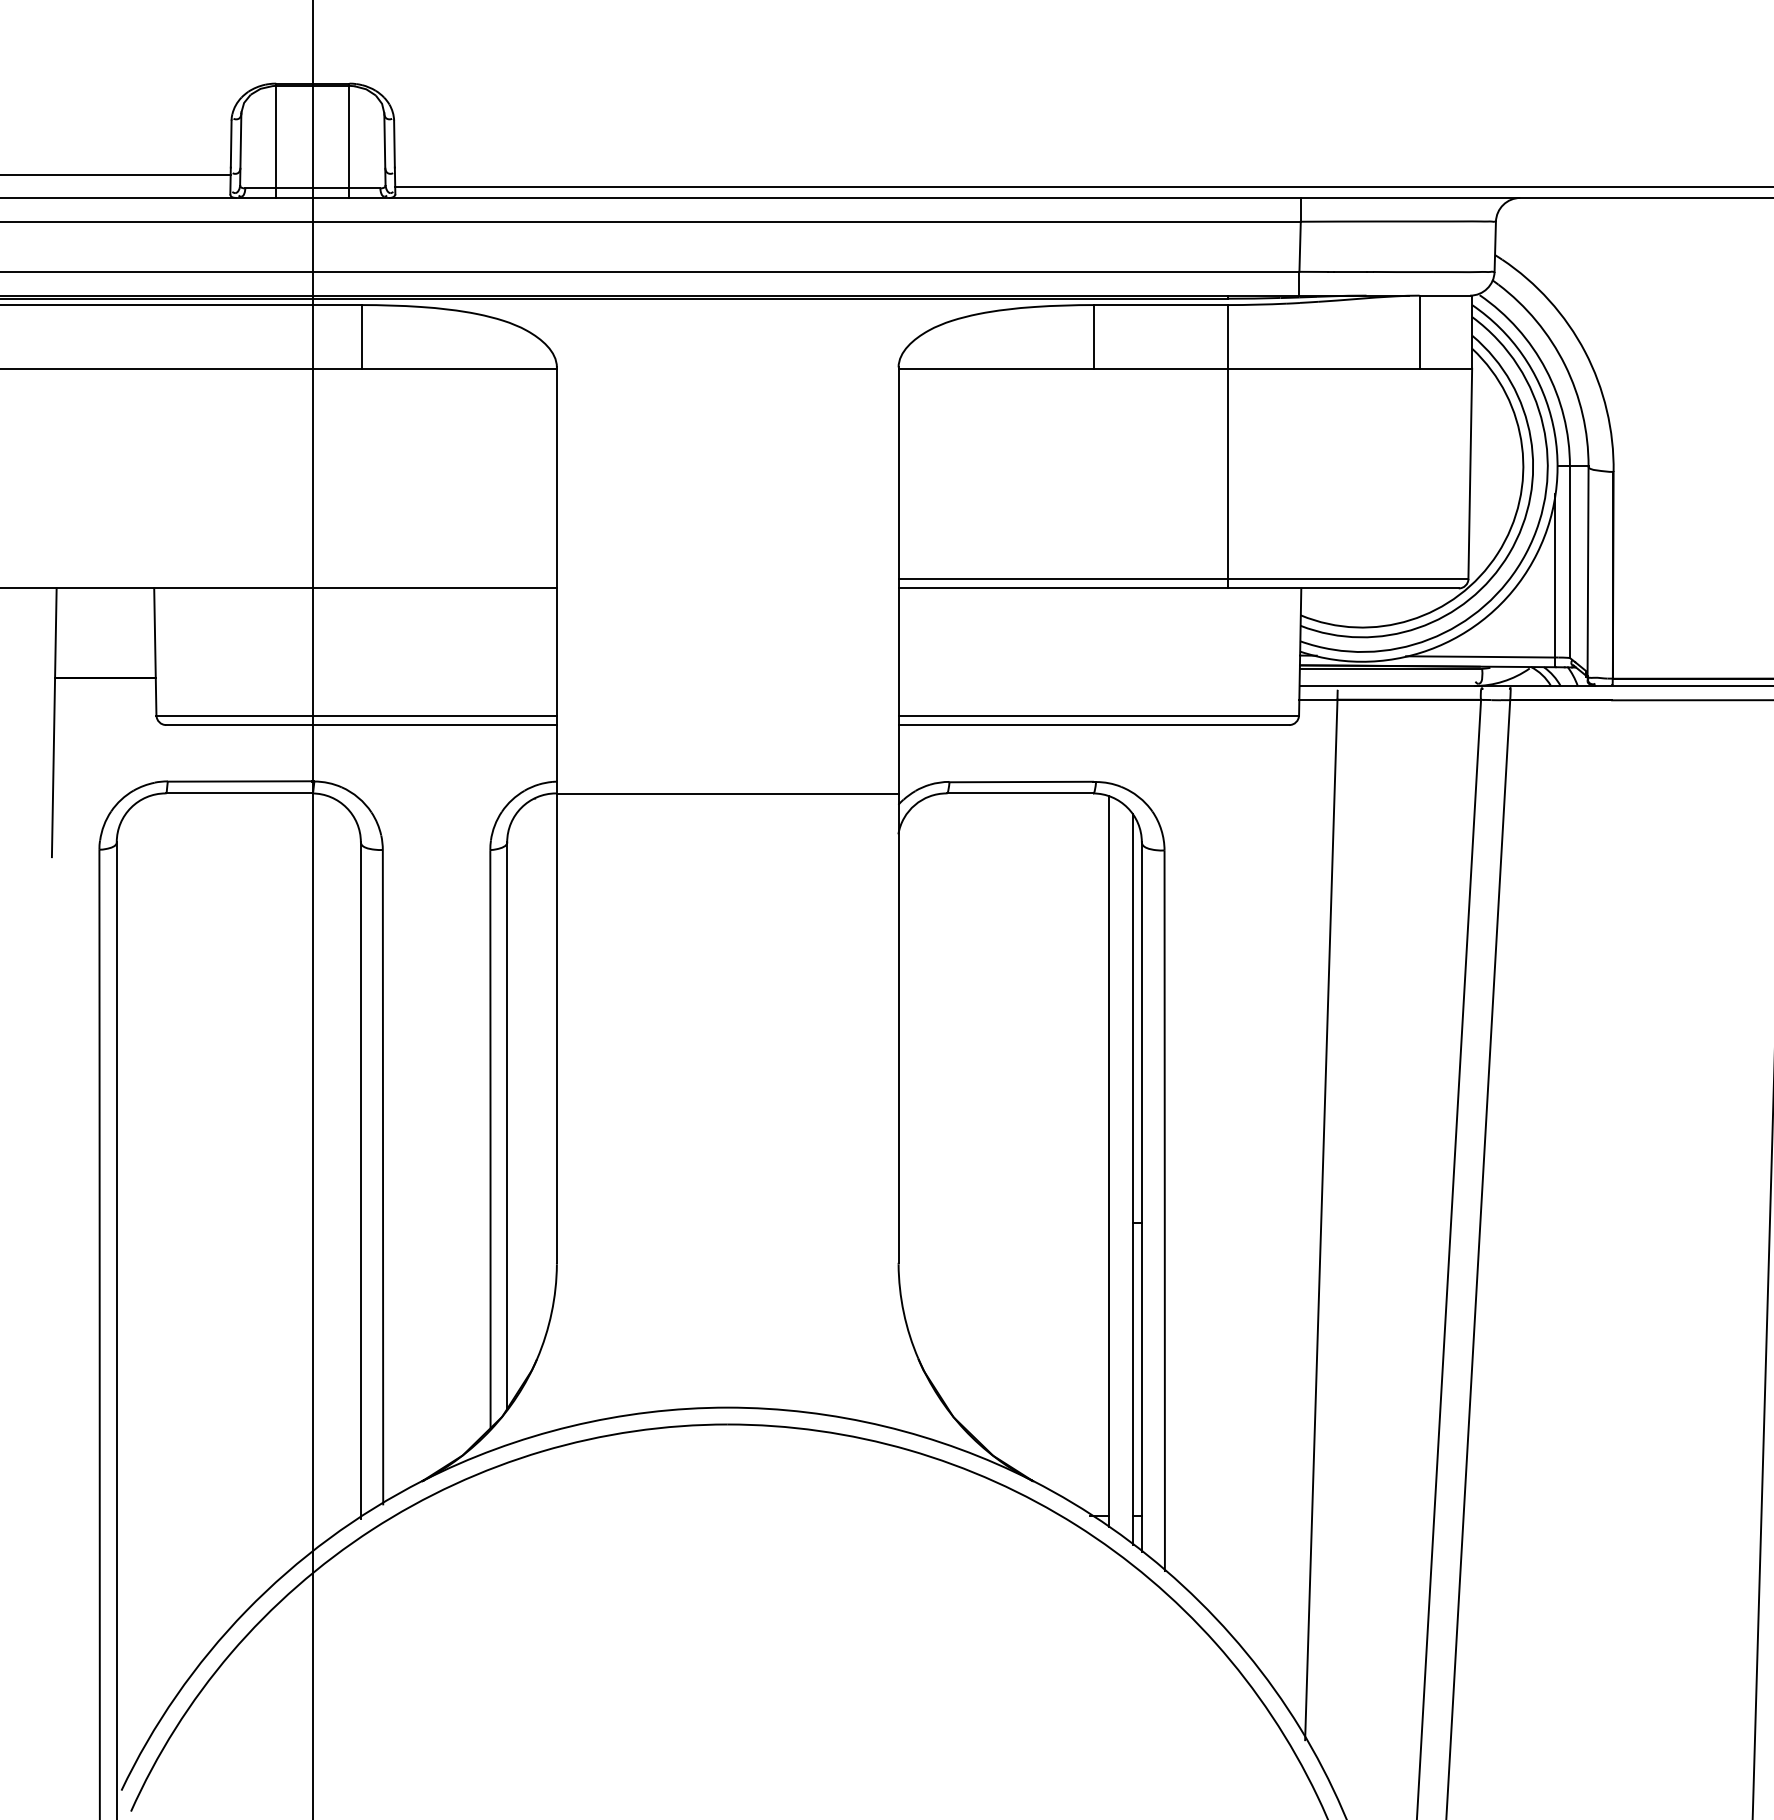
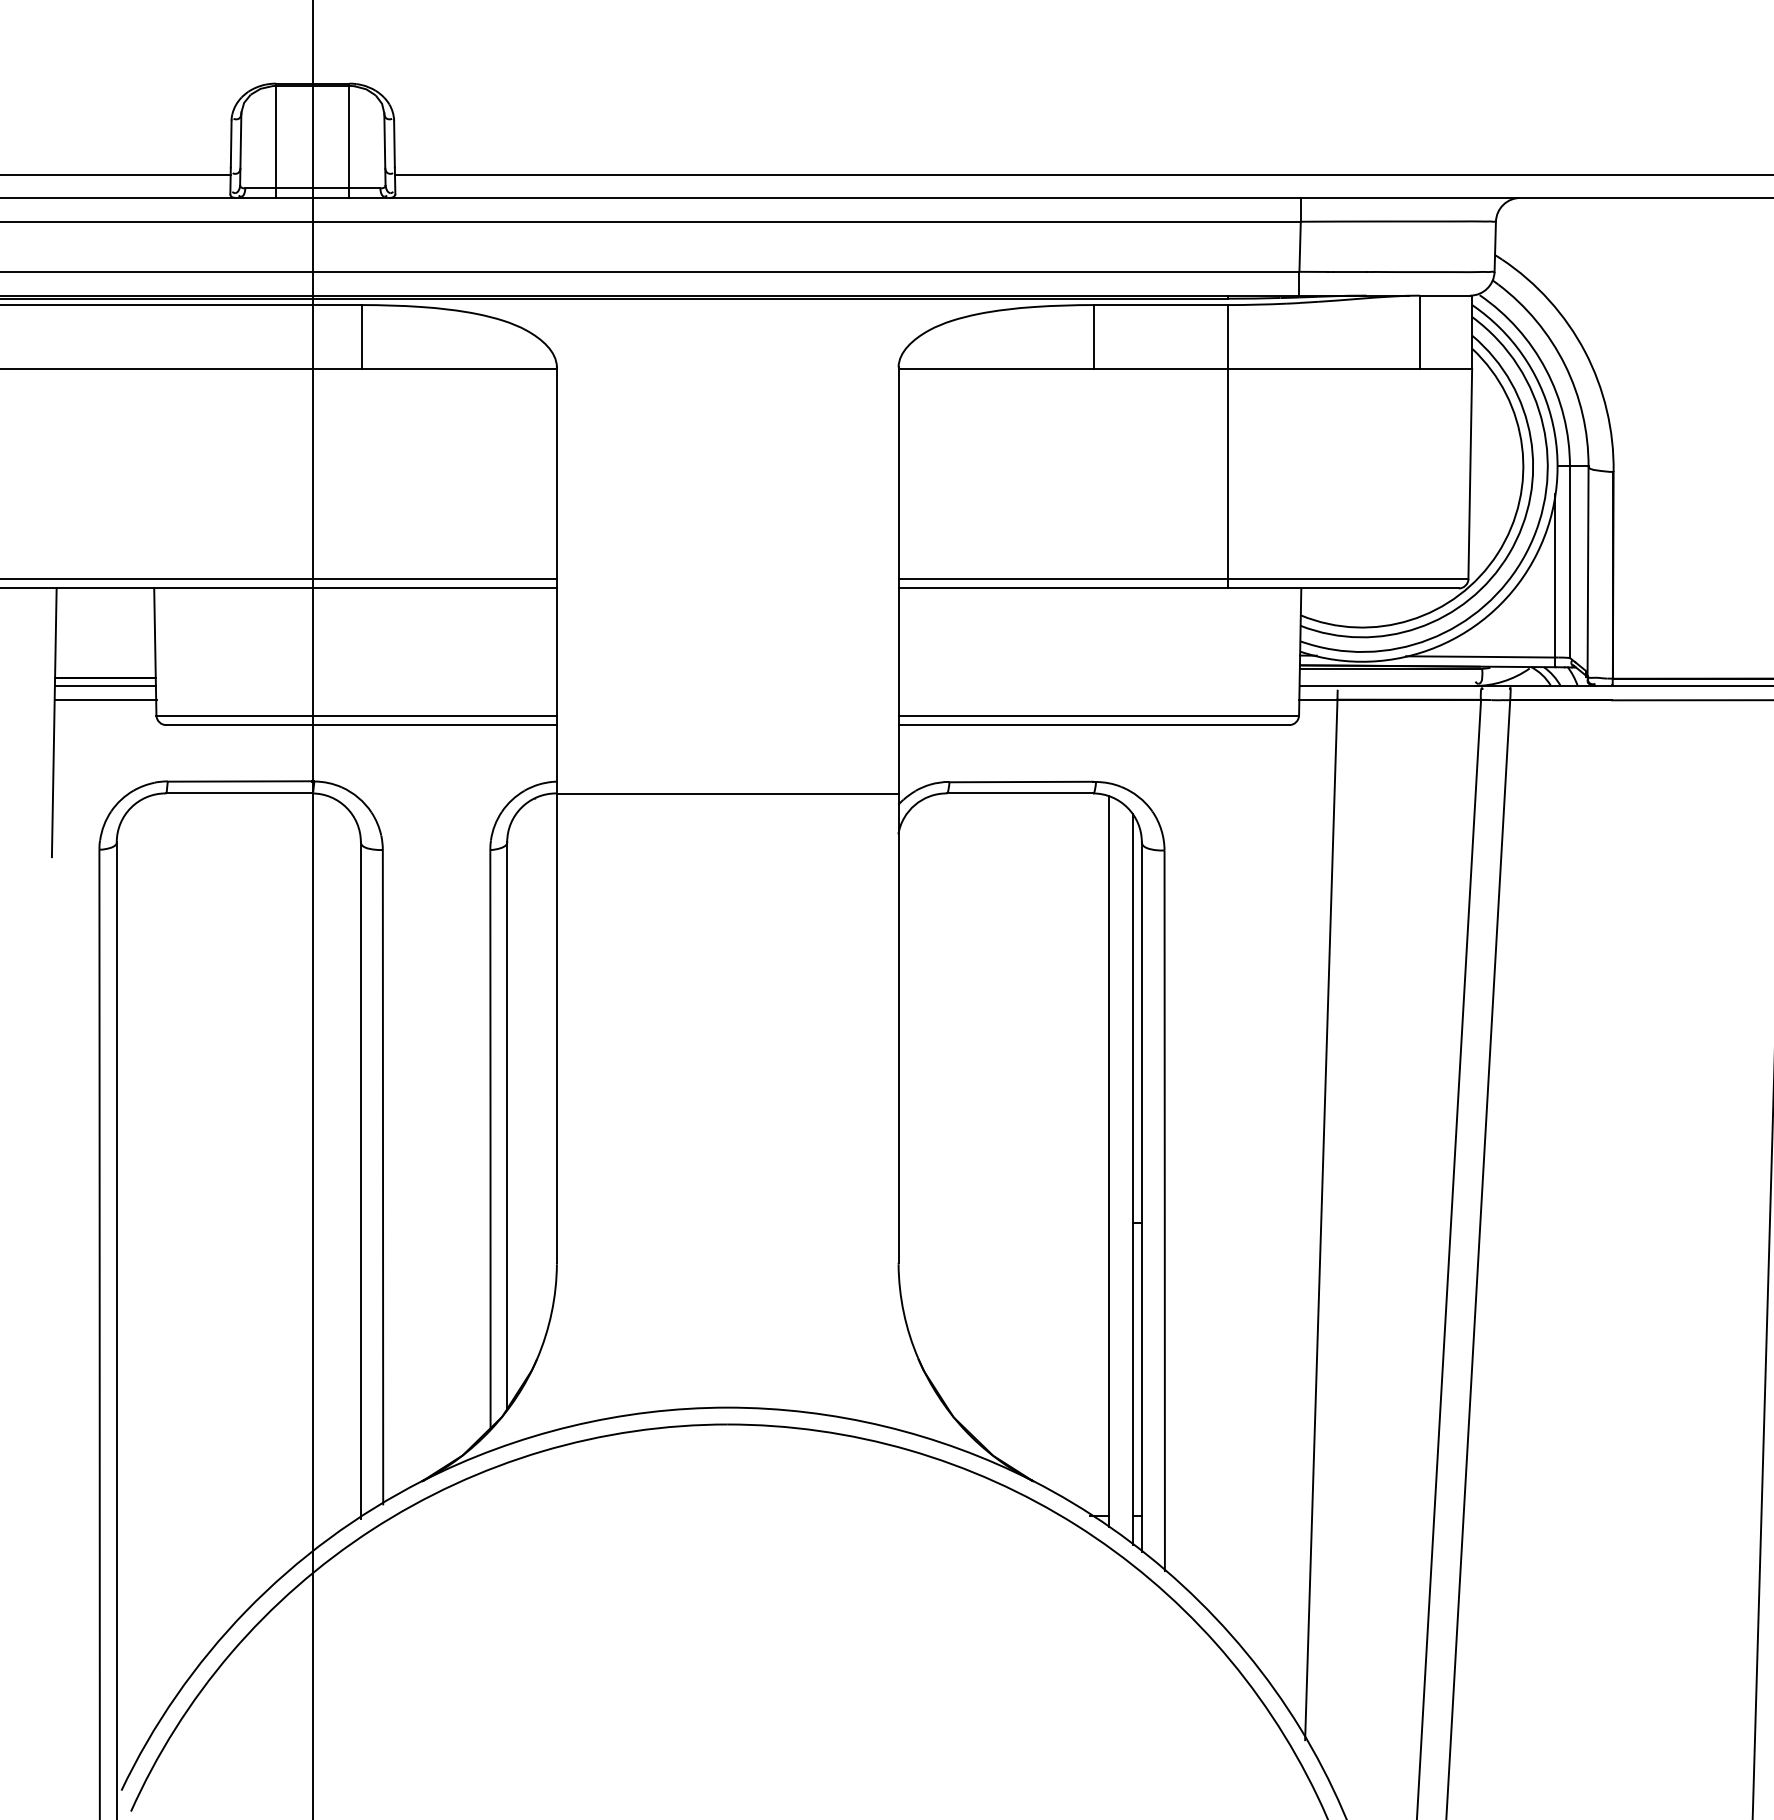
line at (1082, 187) position: (1082, 187) -> (1082, 175)
line at (279, 578): none -> present
line at (104, 686): none -> present
line at (105, 699): none -> present
